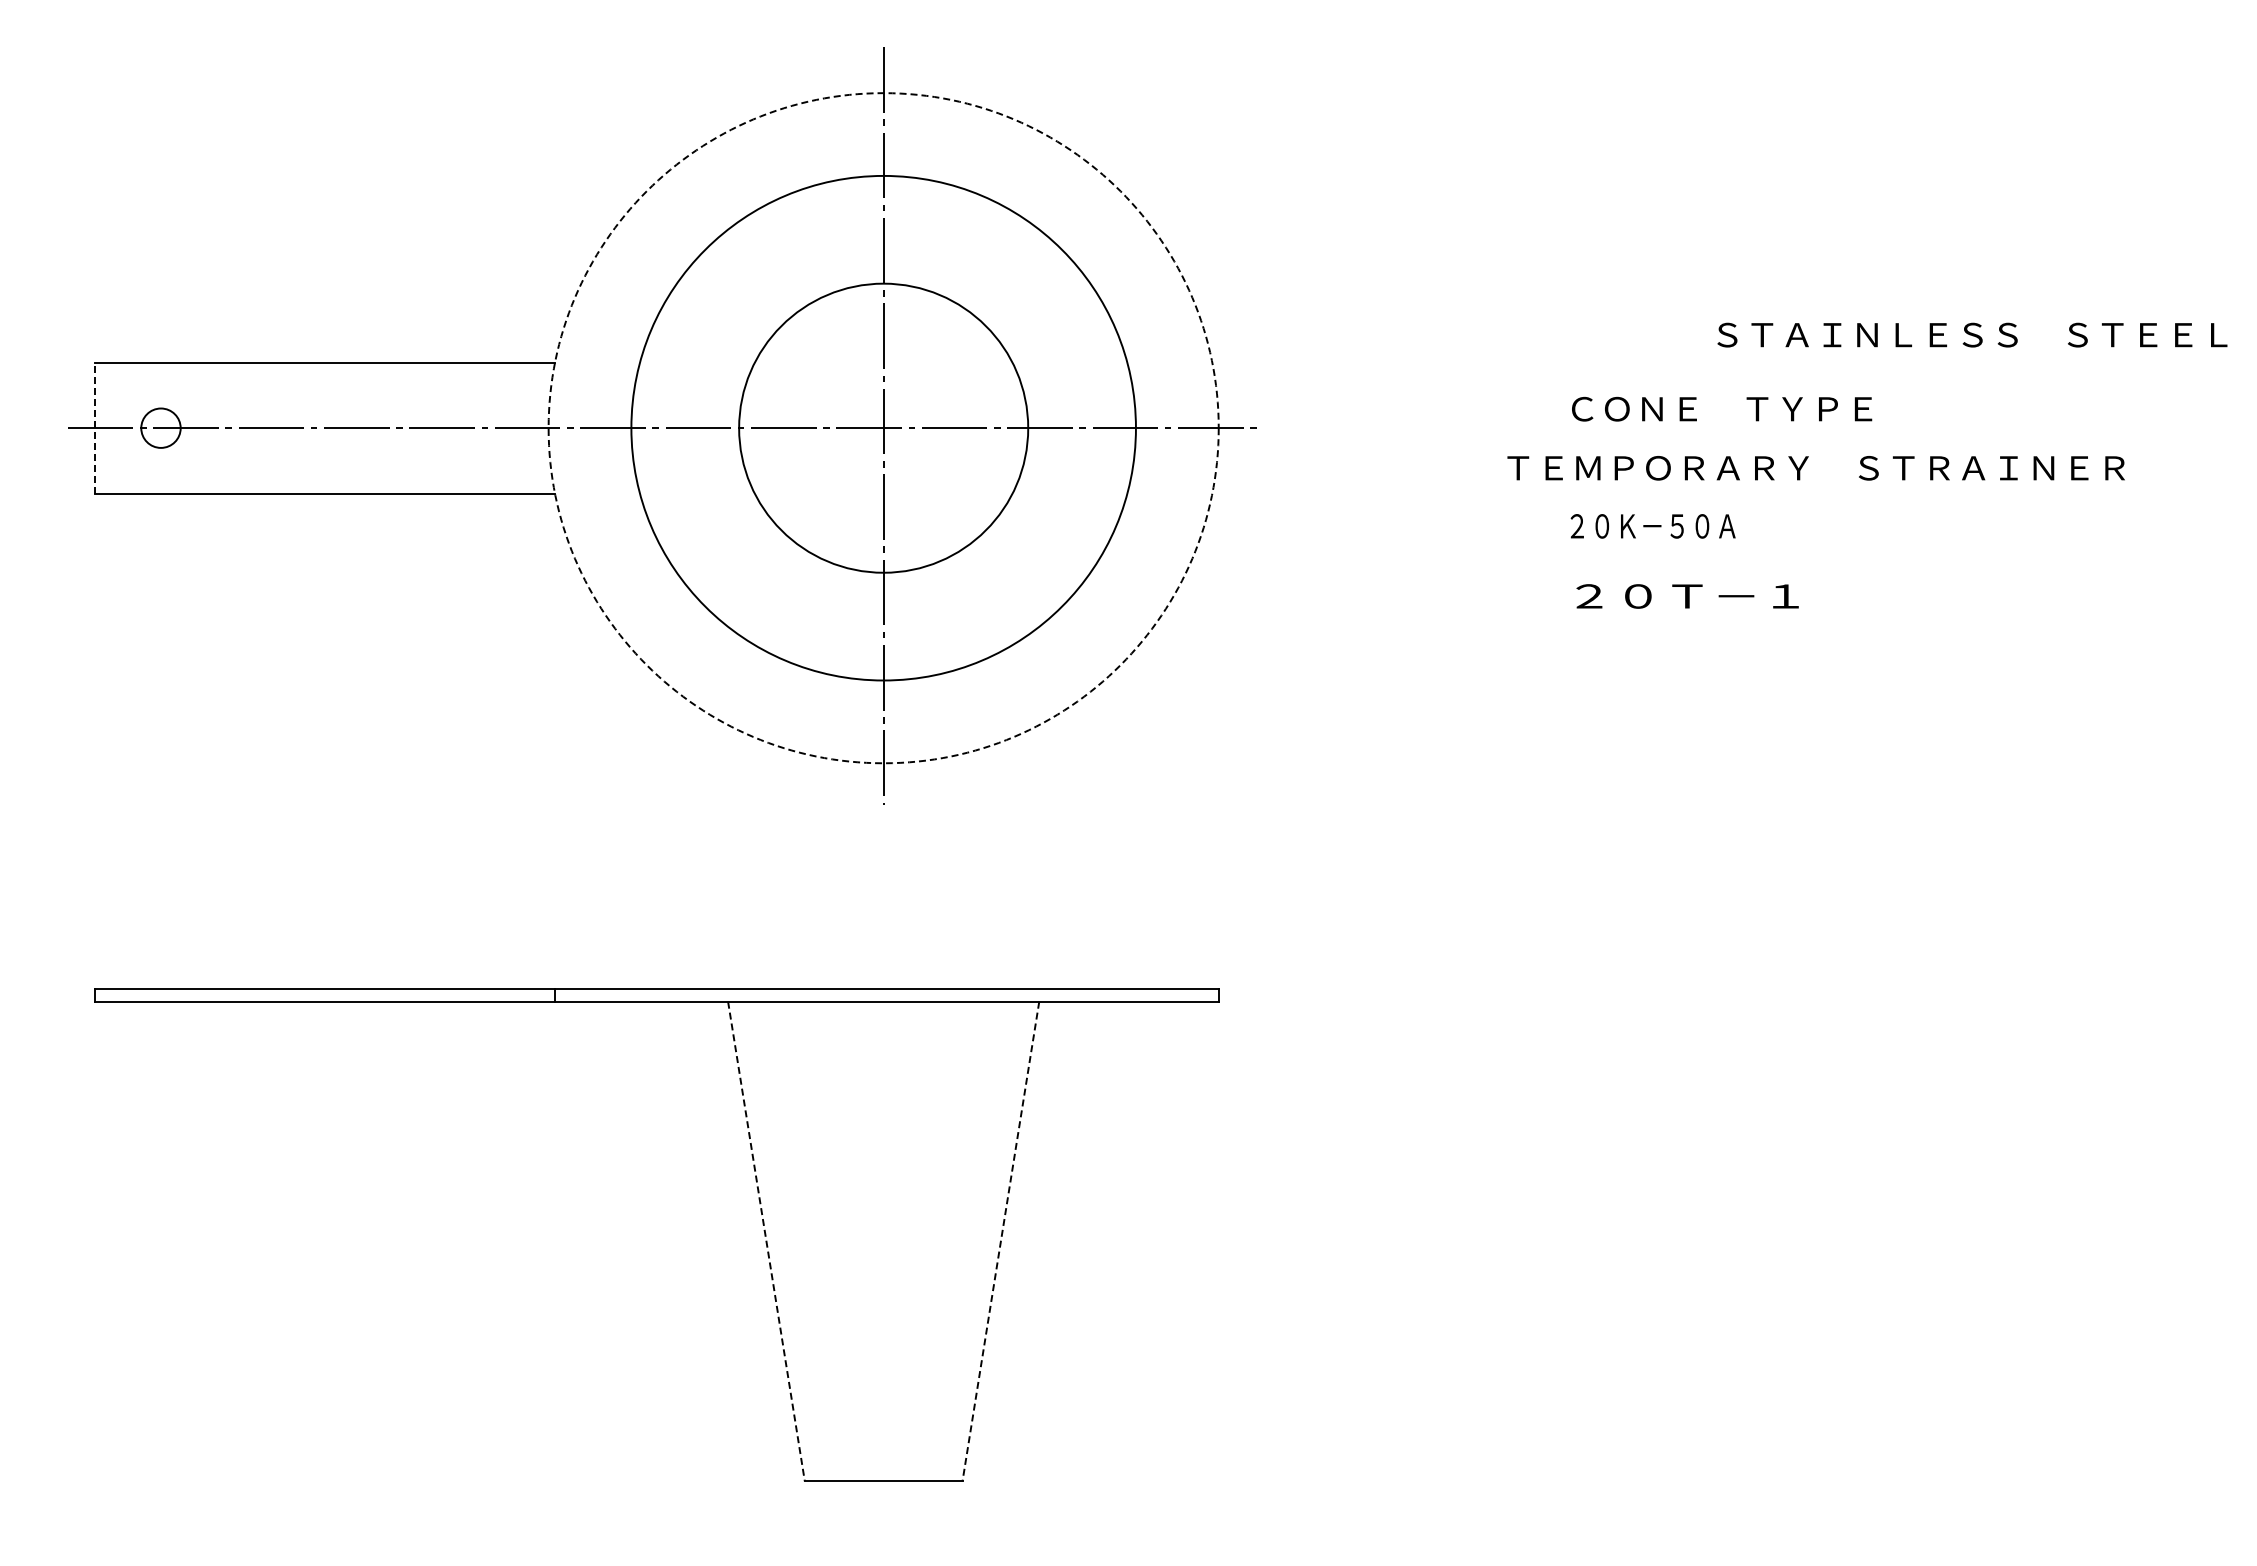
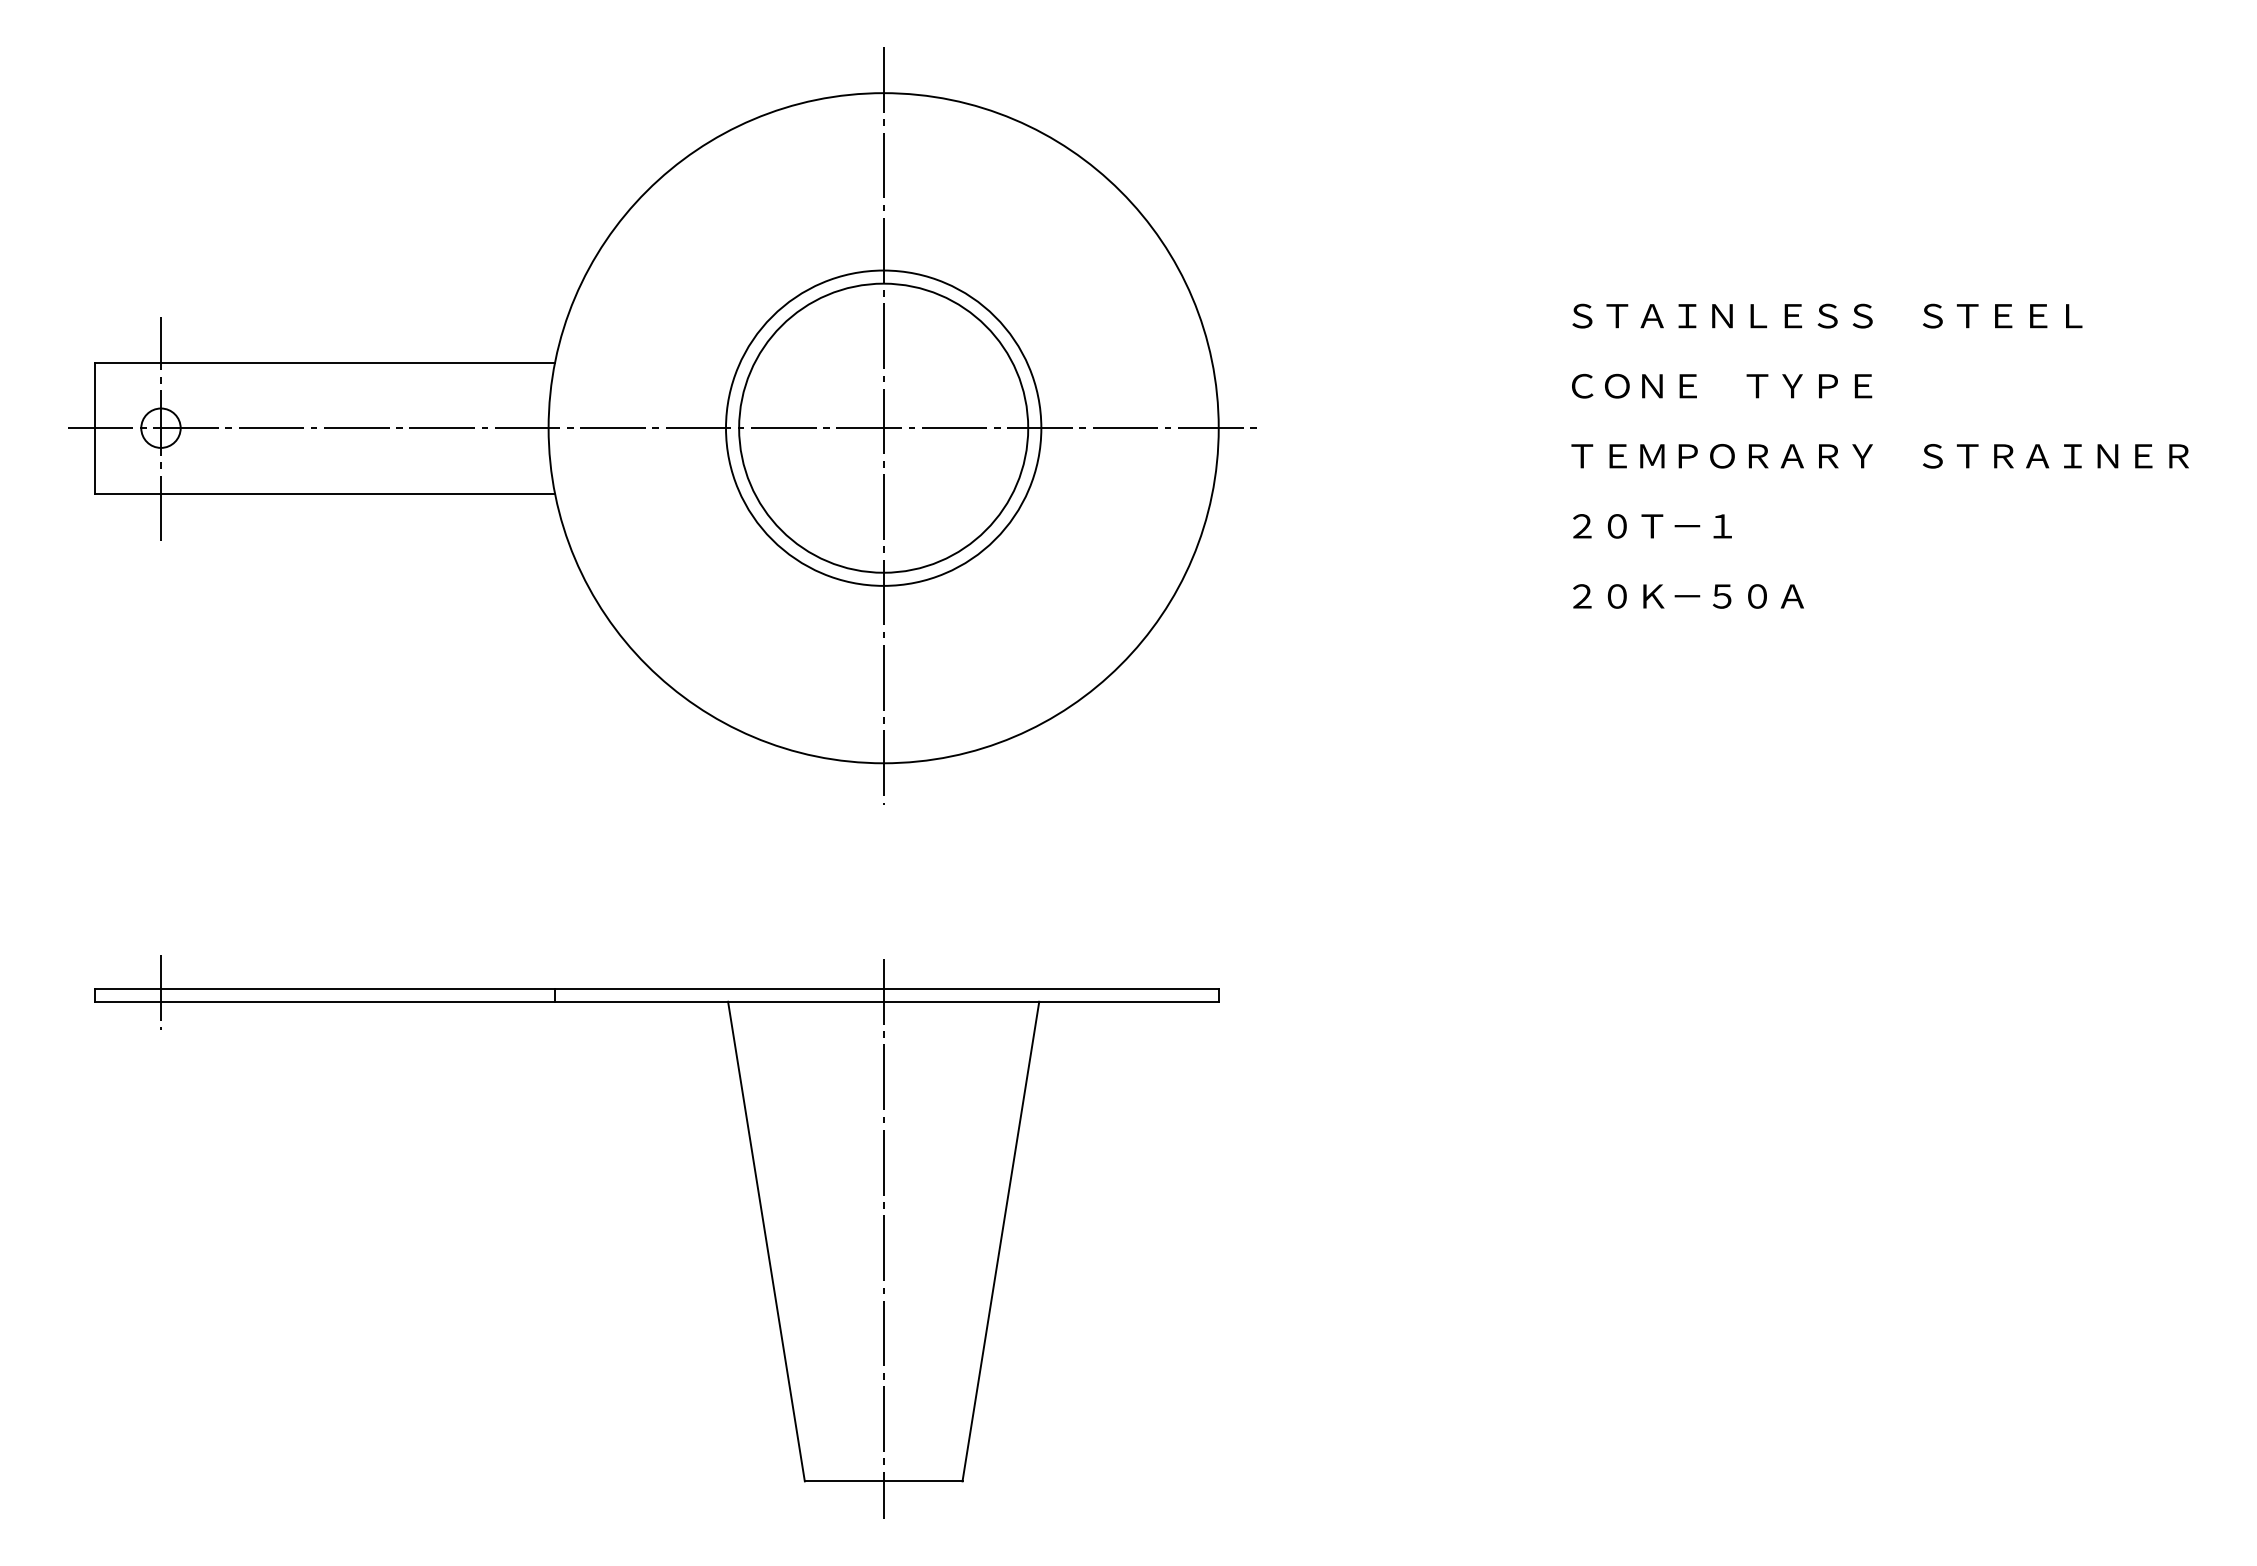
text at (1972, 334) position: (1972, 334) -> (1827, 315)
text at (1722, 408) position: (1722, 408) -> (1722, 385)
circle at (883, 427) diameter: 505 px -> 315 px
line at (95, 428): dashed -> solid
line at (161, 428): none -> present
circle at (883, 428): dashed -> solid
text at (1815, 468) position: (1815, 468) -> (1879, 456)
text at (1652, 526): ２０Ｋ－５０Ａ -> ２０Ｔ－１
text at (1688, 596): ２０Ｔ－１ -> ２０Ｋ－５０Ａ
line at (161, 992): none -> present
line at (883, 1238): none -> present
line at (766, 1241): dashed -> solid
line at (1000, 1241): dashed -> solid
